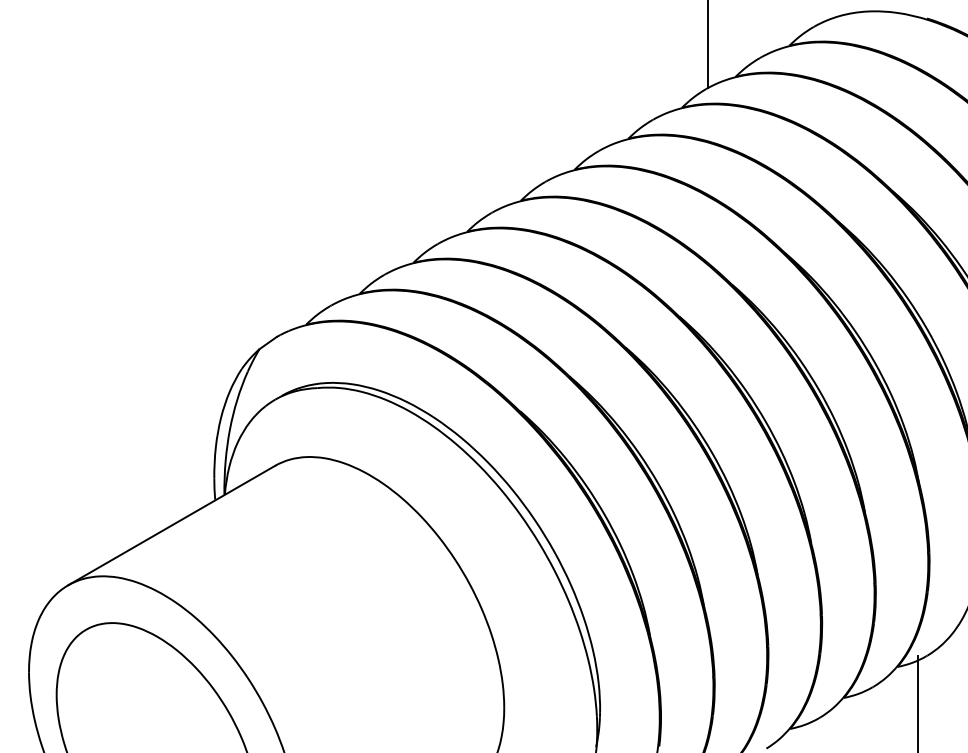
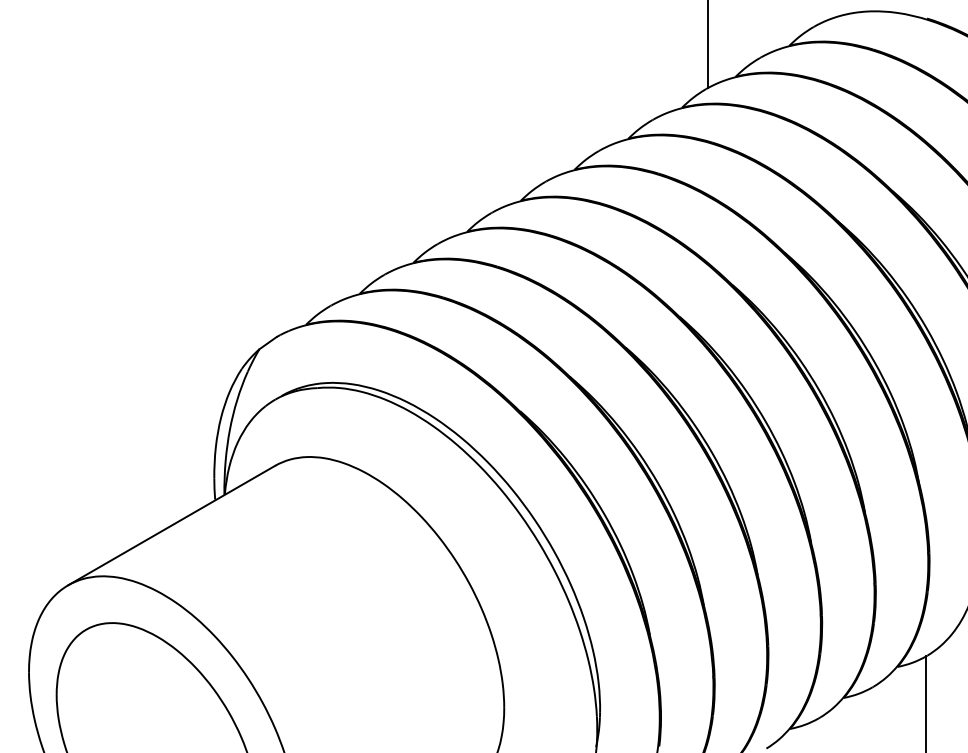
line at (918, 702) position: (918, 702) -> (926, 702)
